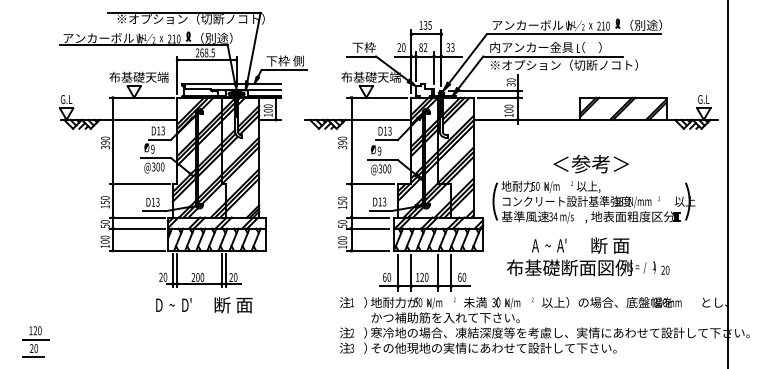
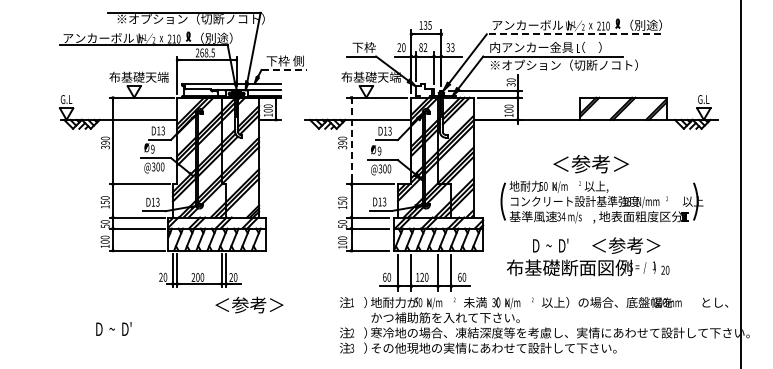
line at (573, 34): solid -> dashed
line at (284, 70): solid -> dashed
line at (351, 141): solid -> dashed
line at (728, 183) position: (728, 183) -> (741, 183)
part at (593, 201) position: (593, 201) -> (601, 201)
text at (550, 245): A  ~  A' -> D  ~  D'
text at (625, 245): 断 面 -> ＜参考＞
text at (173, 304) position: (173, 304) -> (113, 328)
text at (248, 304): 断 面 -> ＜参考＞
part at (35, 341): present -> none
